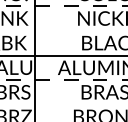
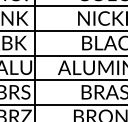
line at (64, 6): dashed -> solid
line at (63, 31): none -> present
line at (64, 80): dashed -> solid
line at (63, 104): none -> present
